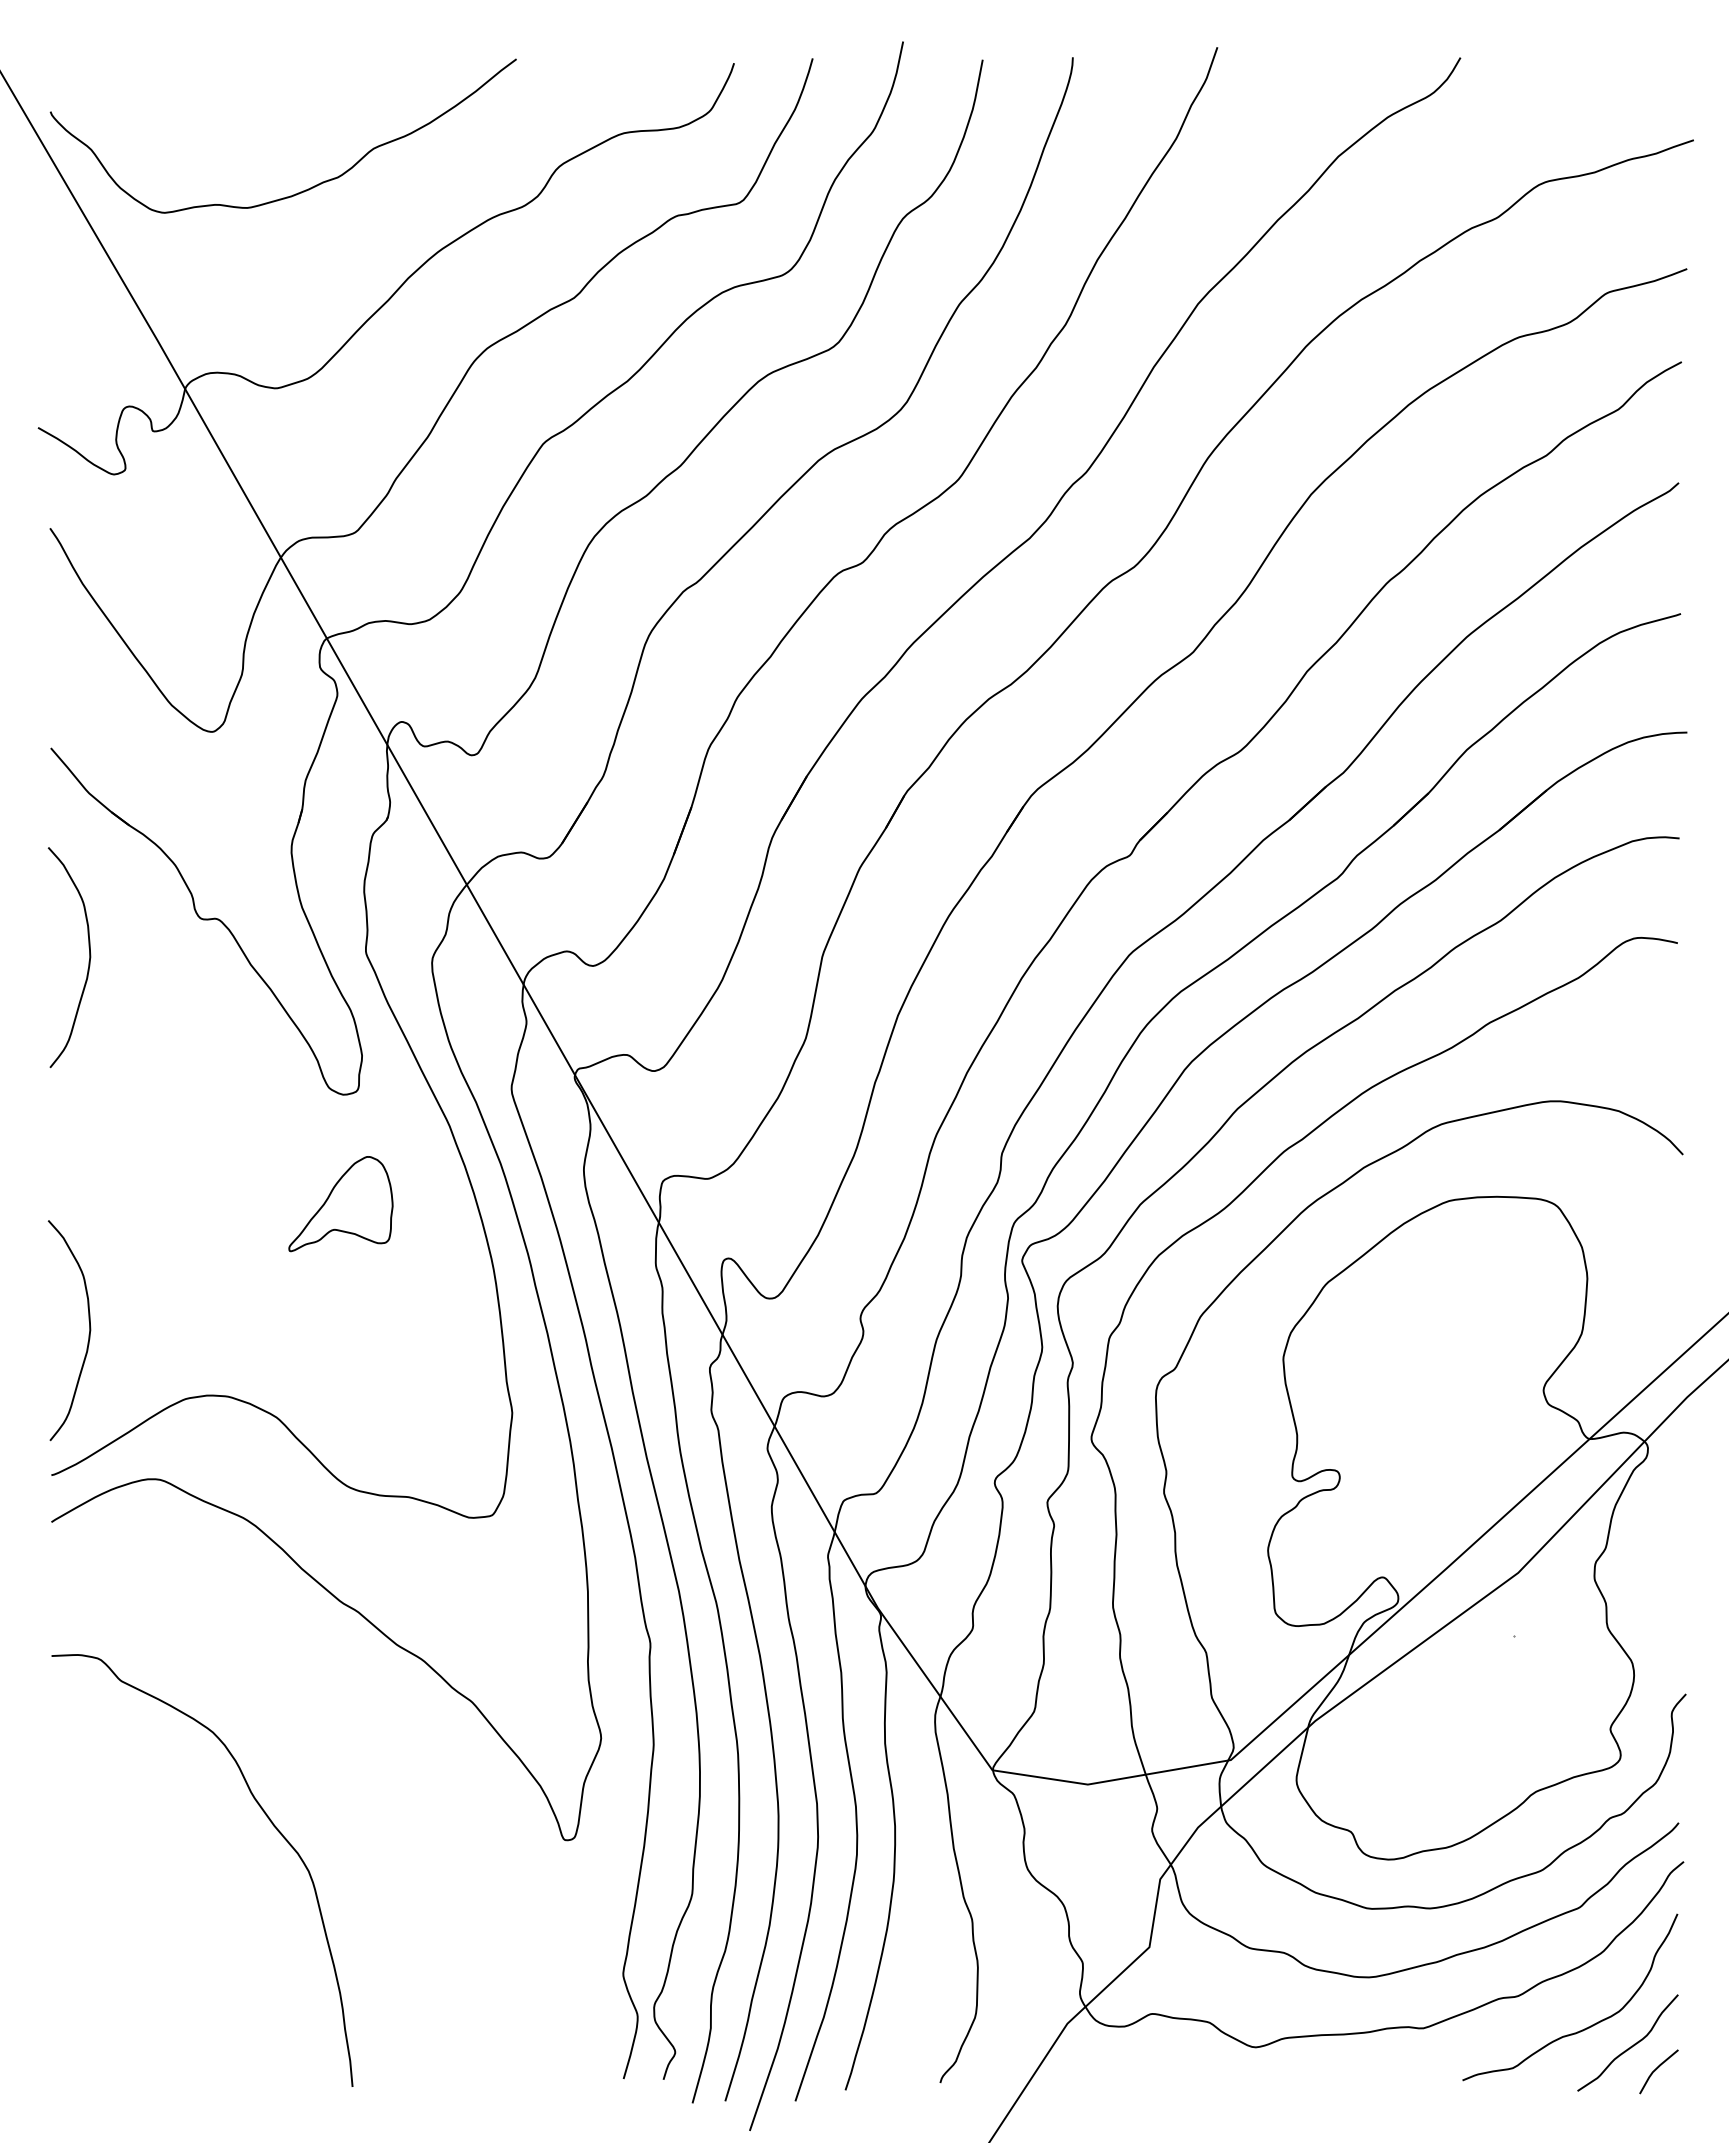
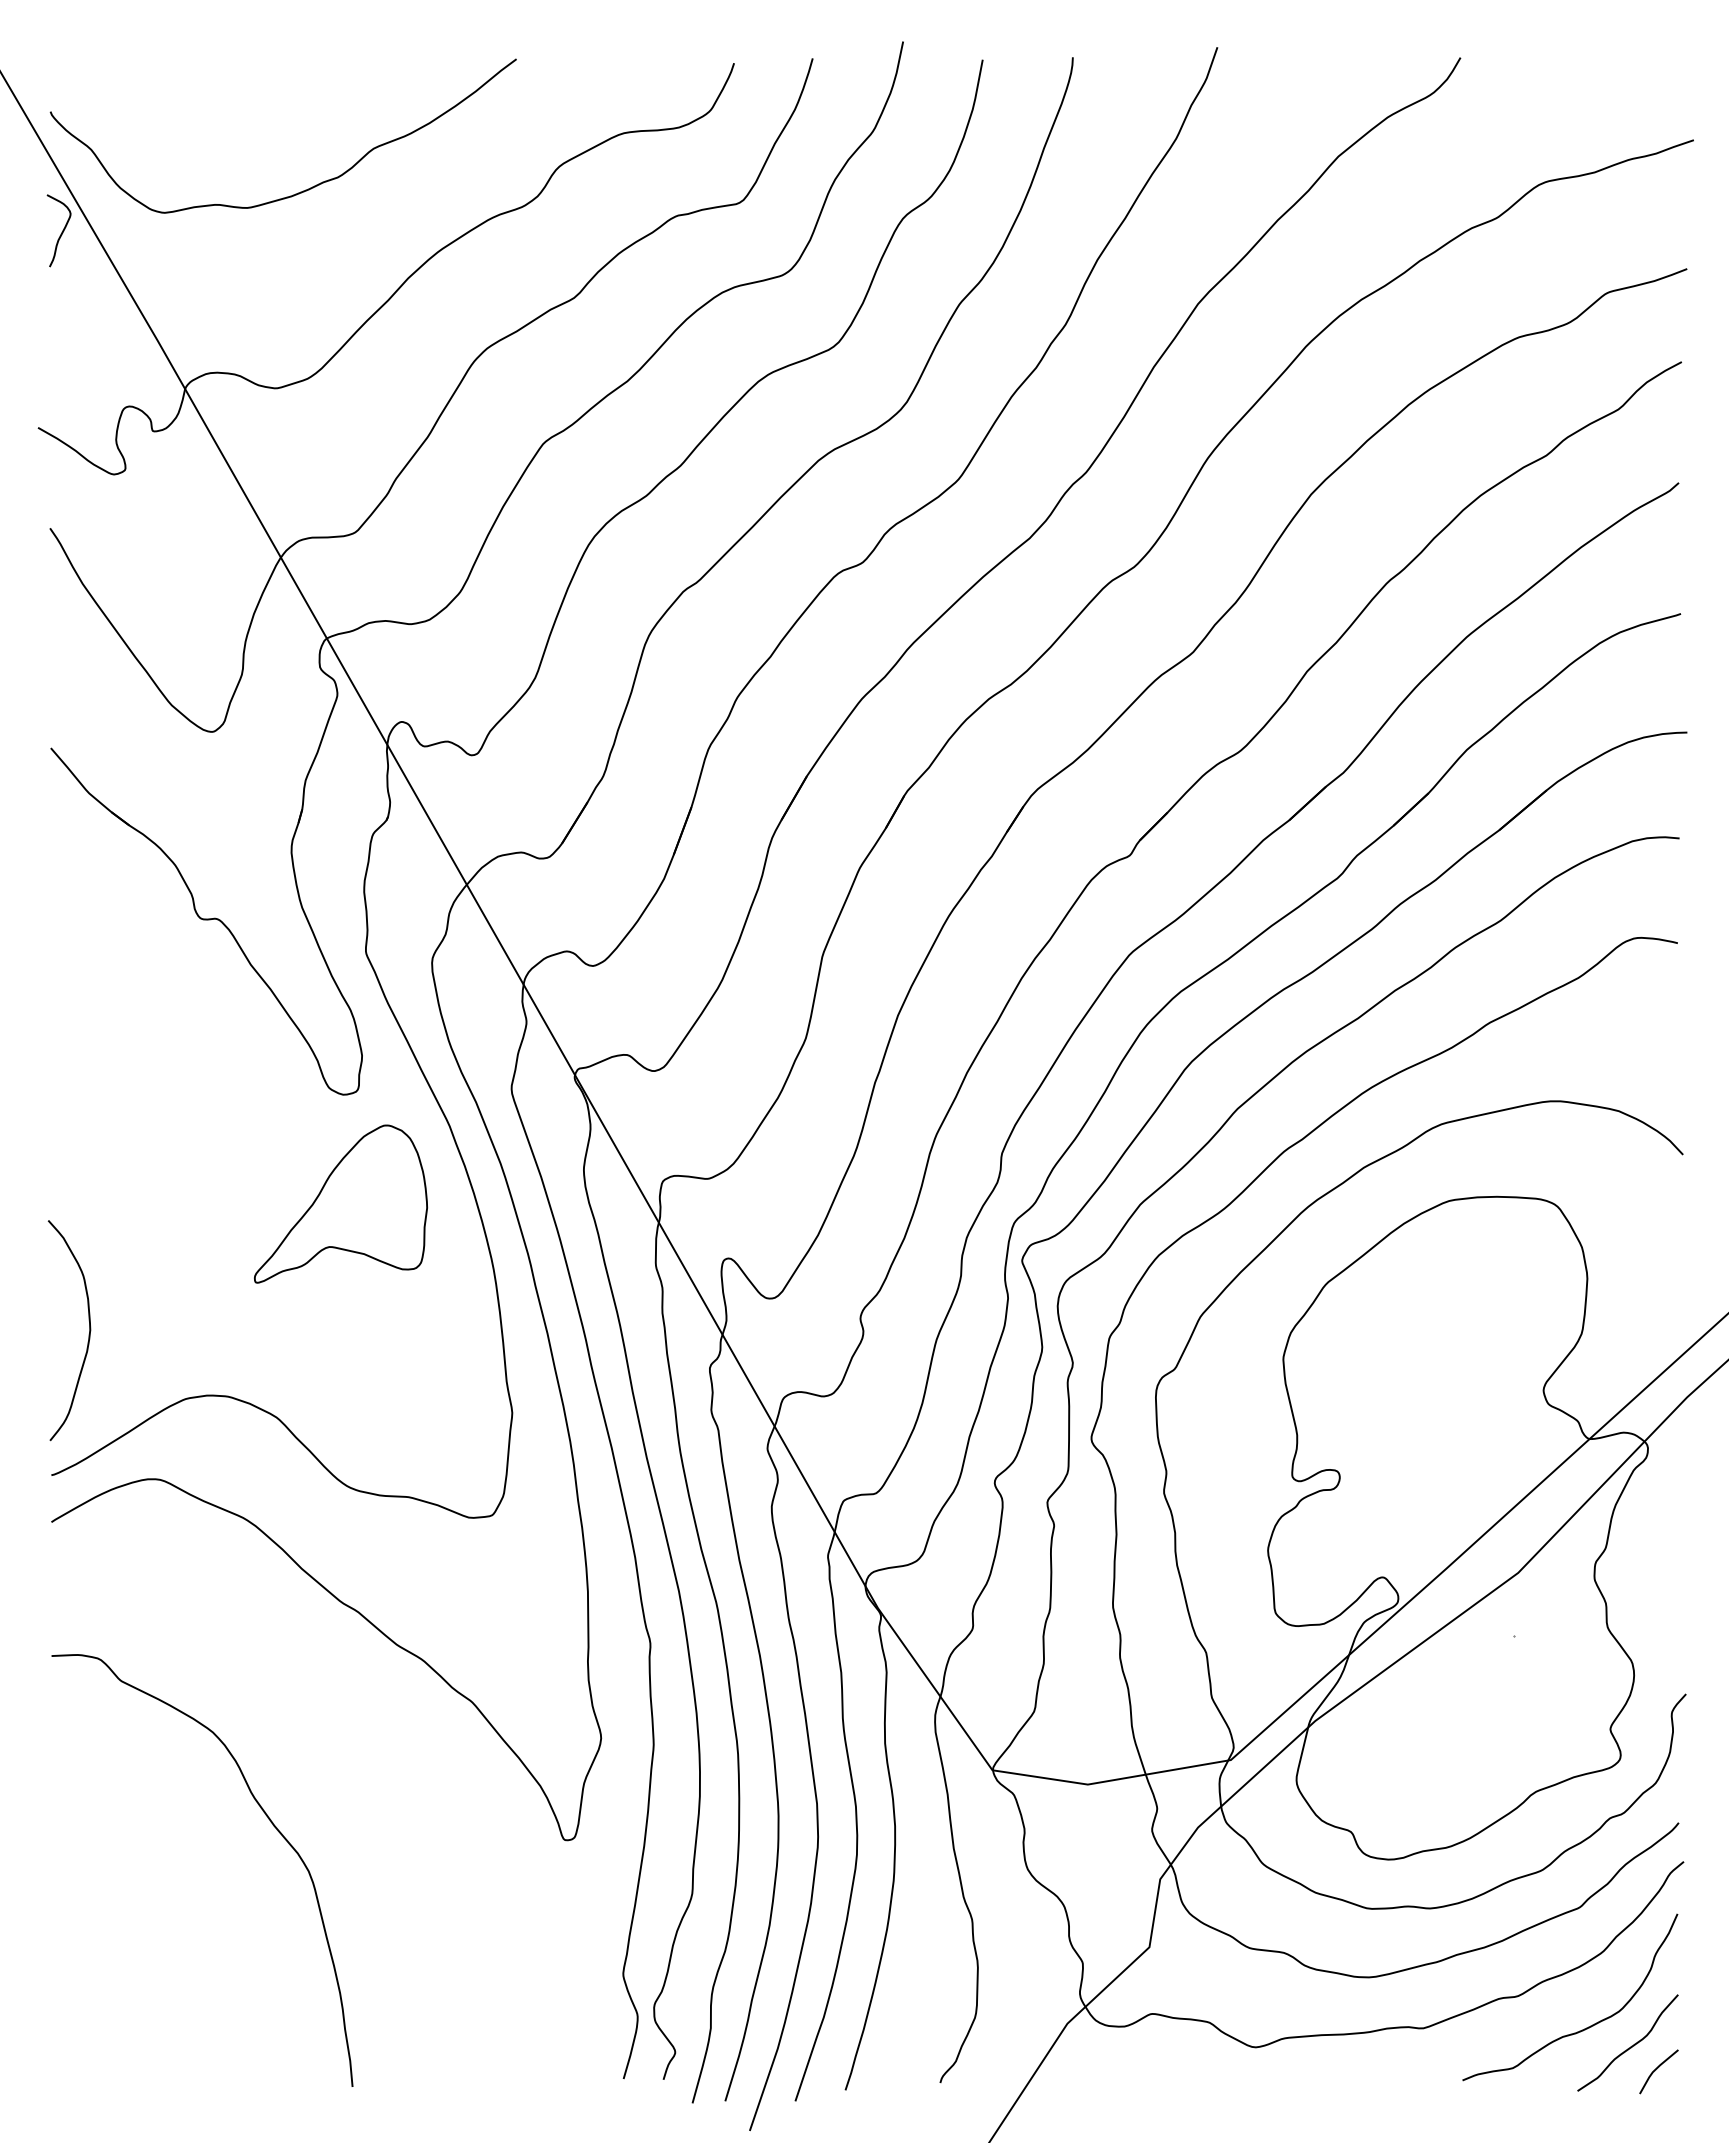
curve at (61, 232): none -> present
curve at (88, 961): present -> none
part at (340, 1204) size: 106x97 px -> 174x160 px
